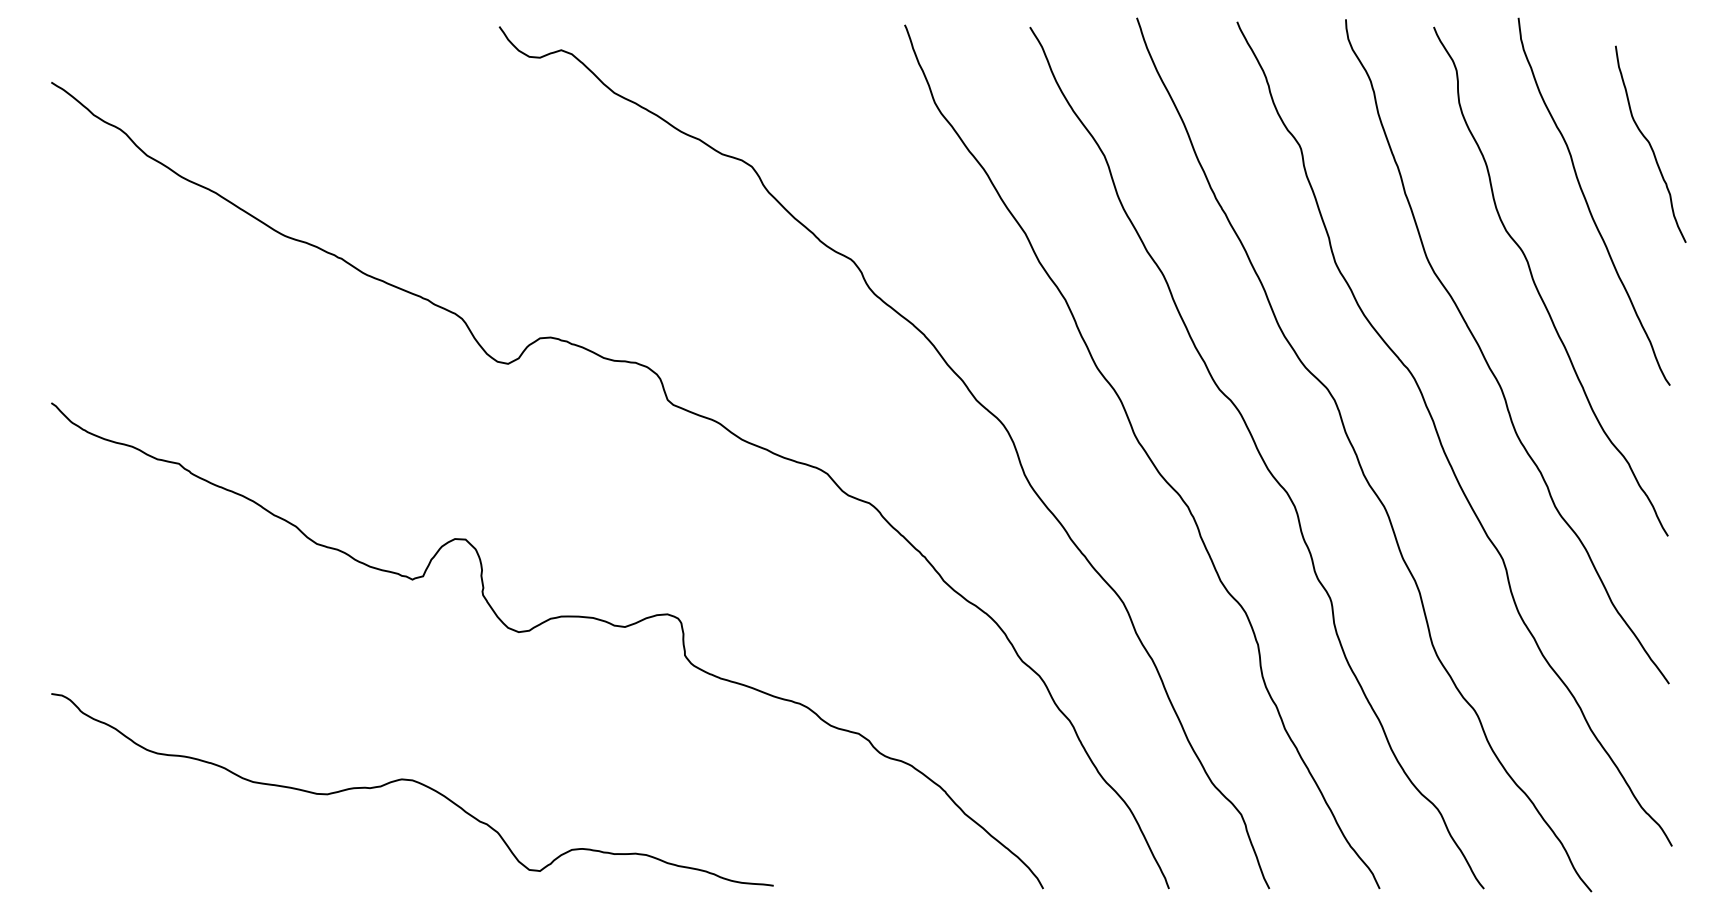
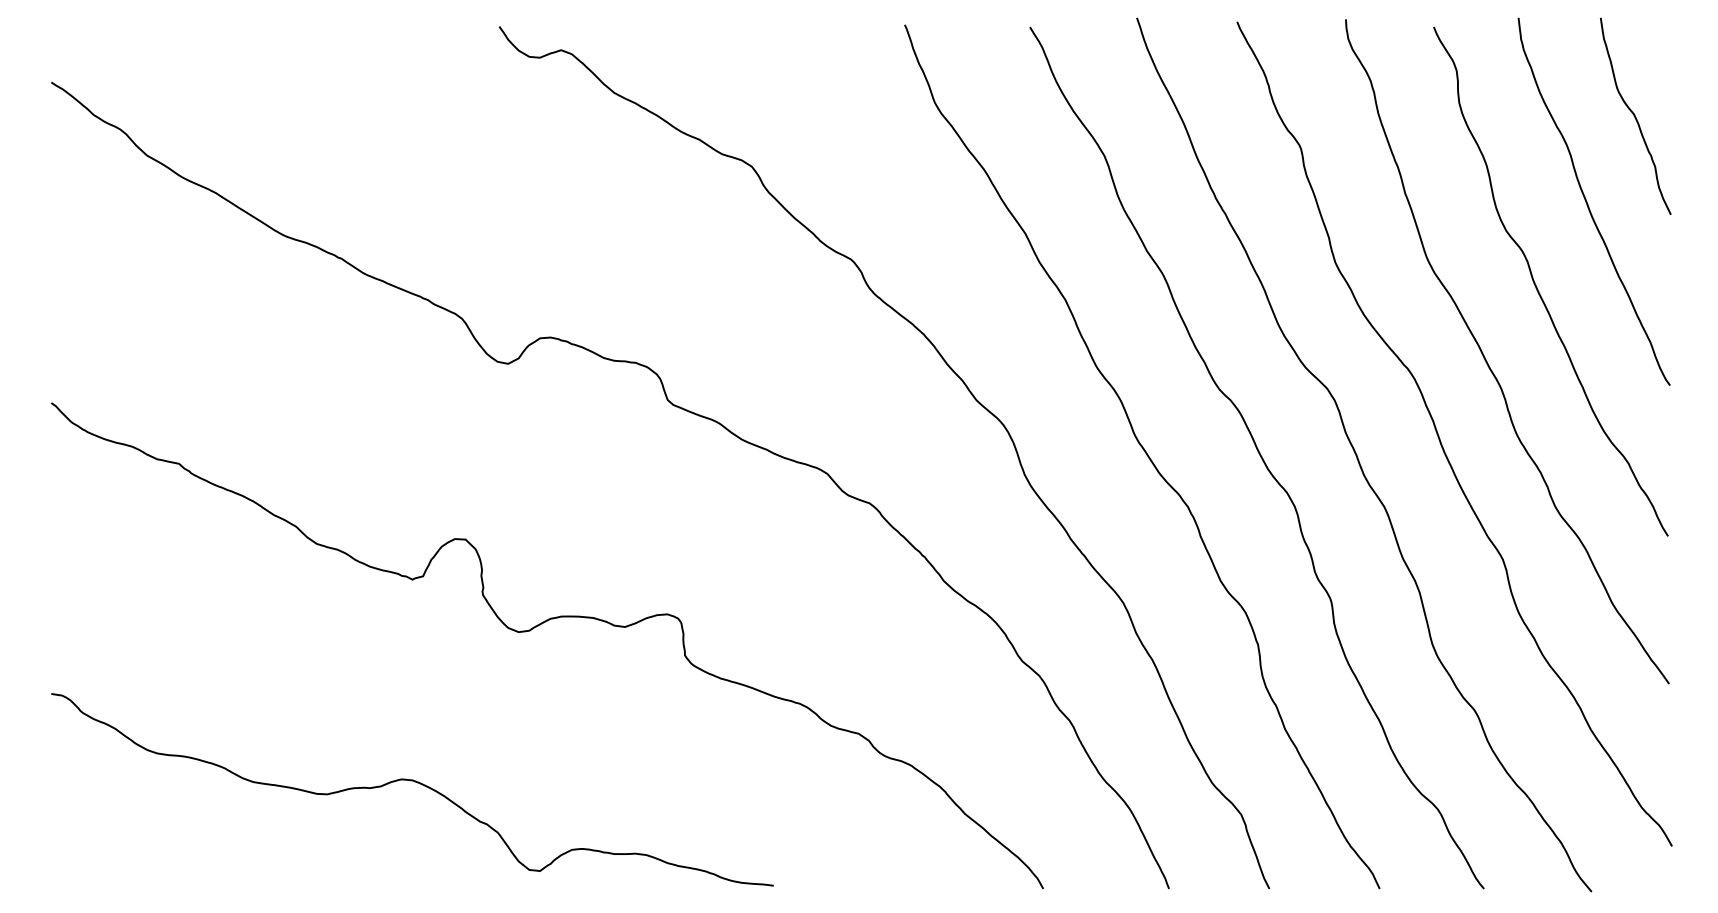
curve at (1650, 143) position: (1650, 143) -> (1635, 115)
